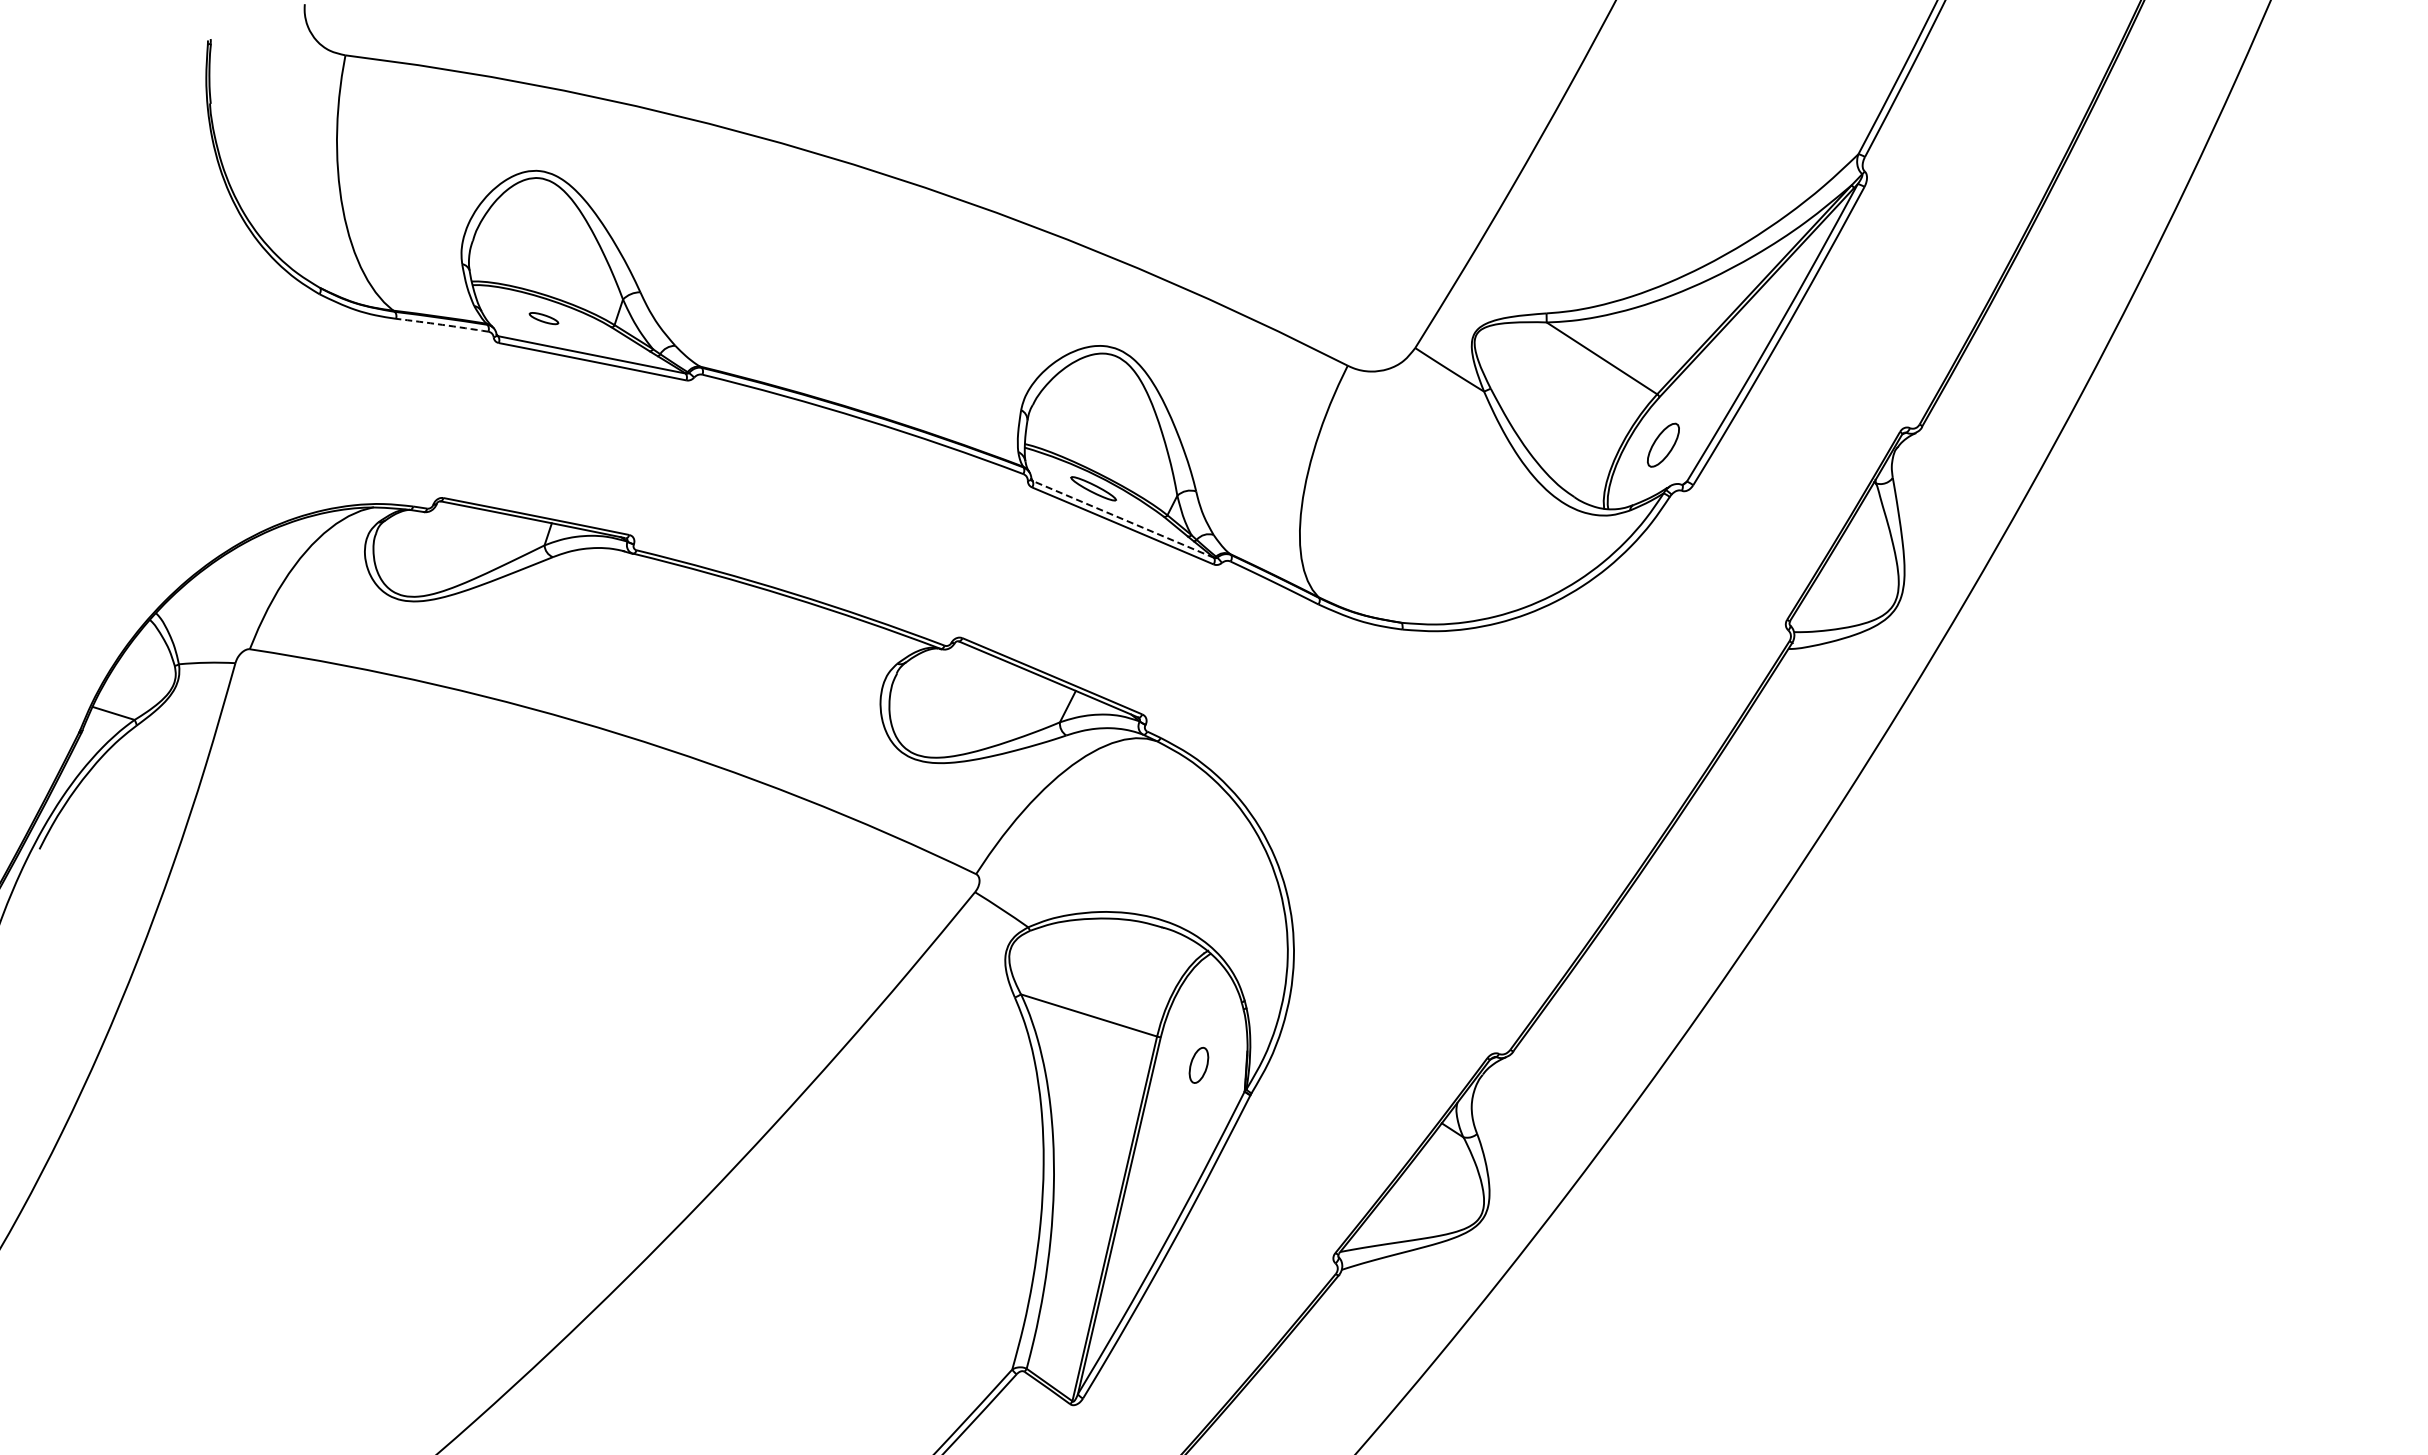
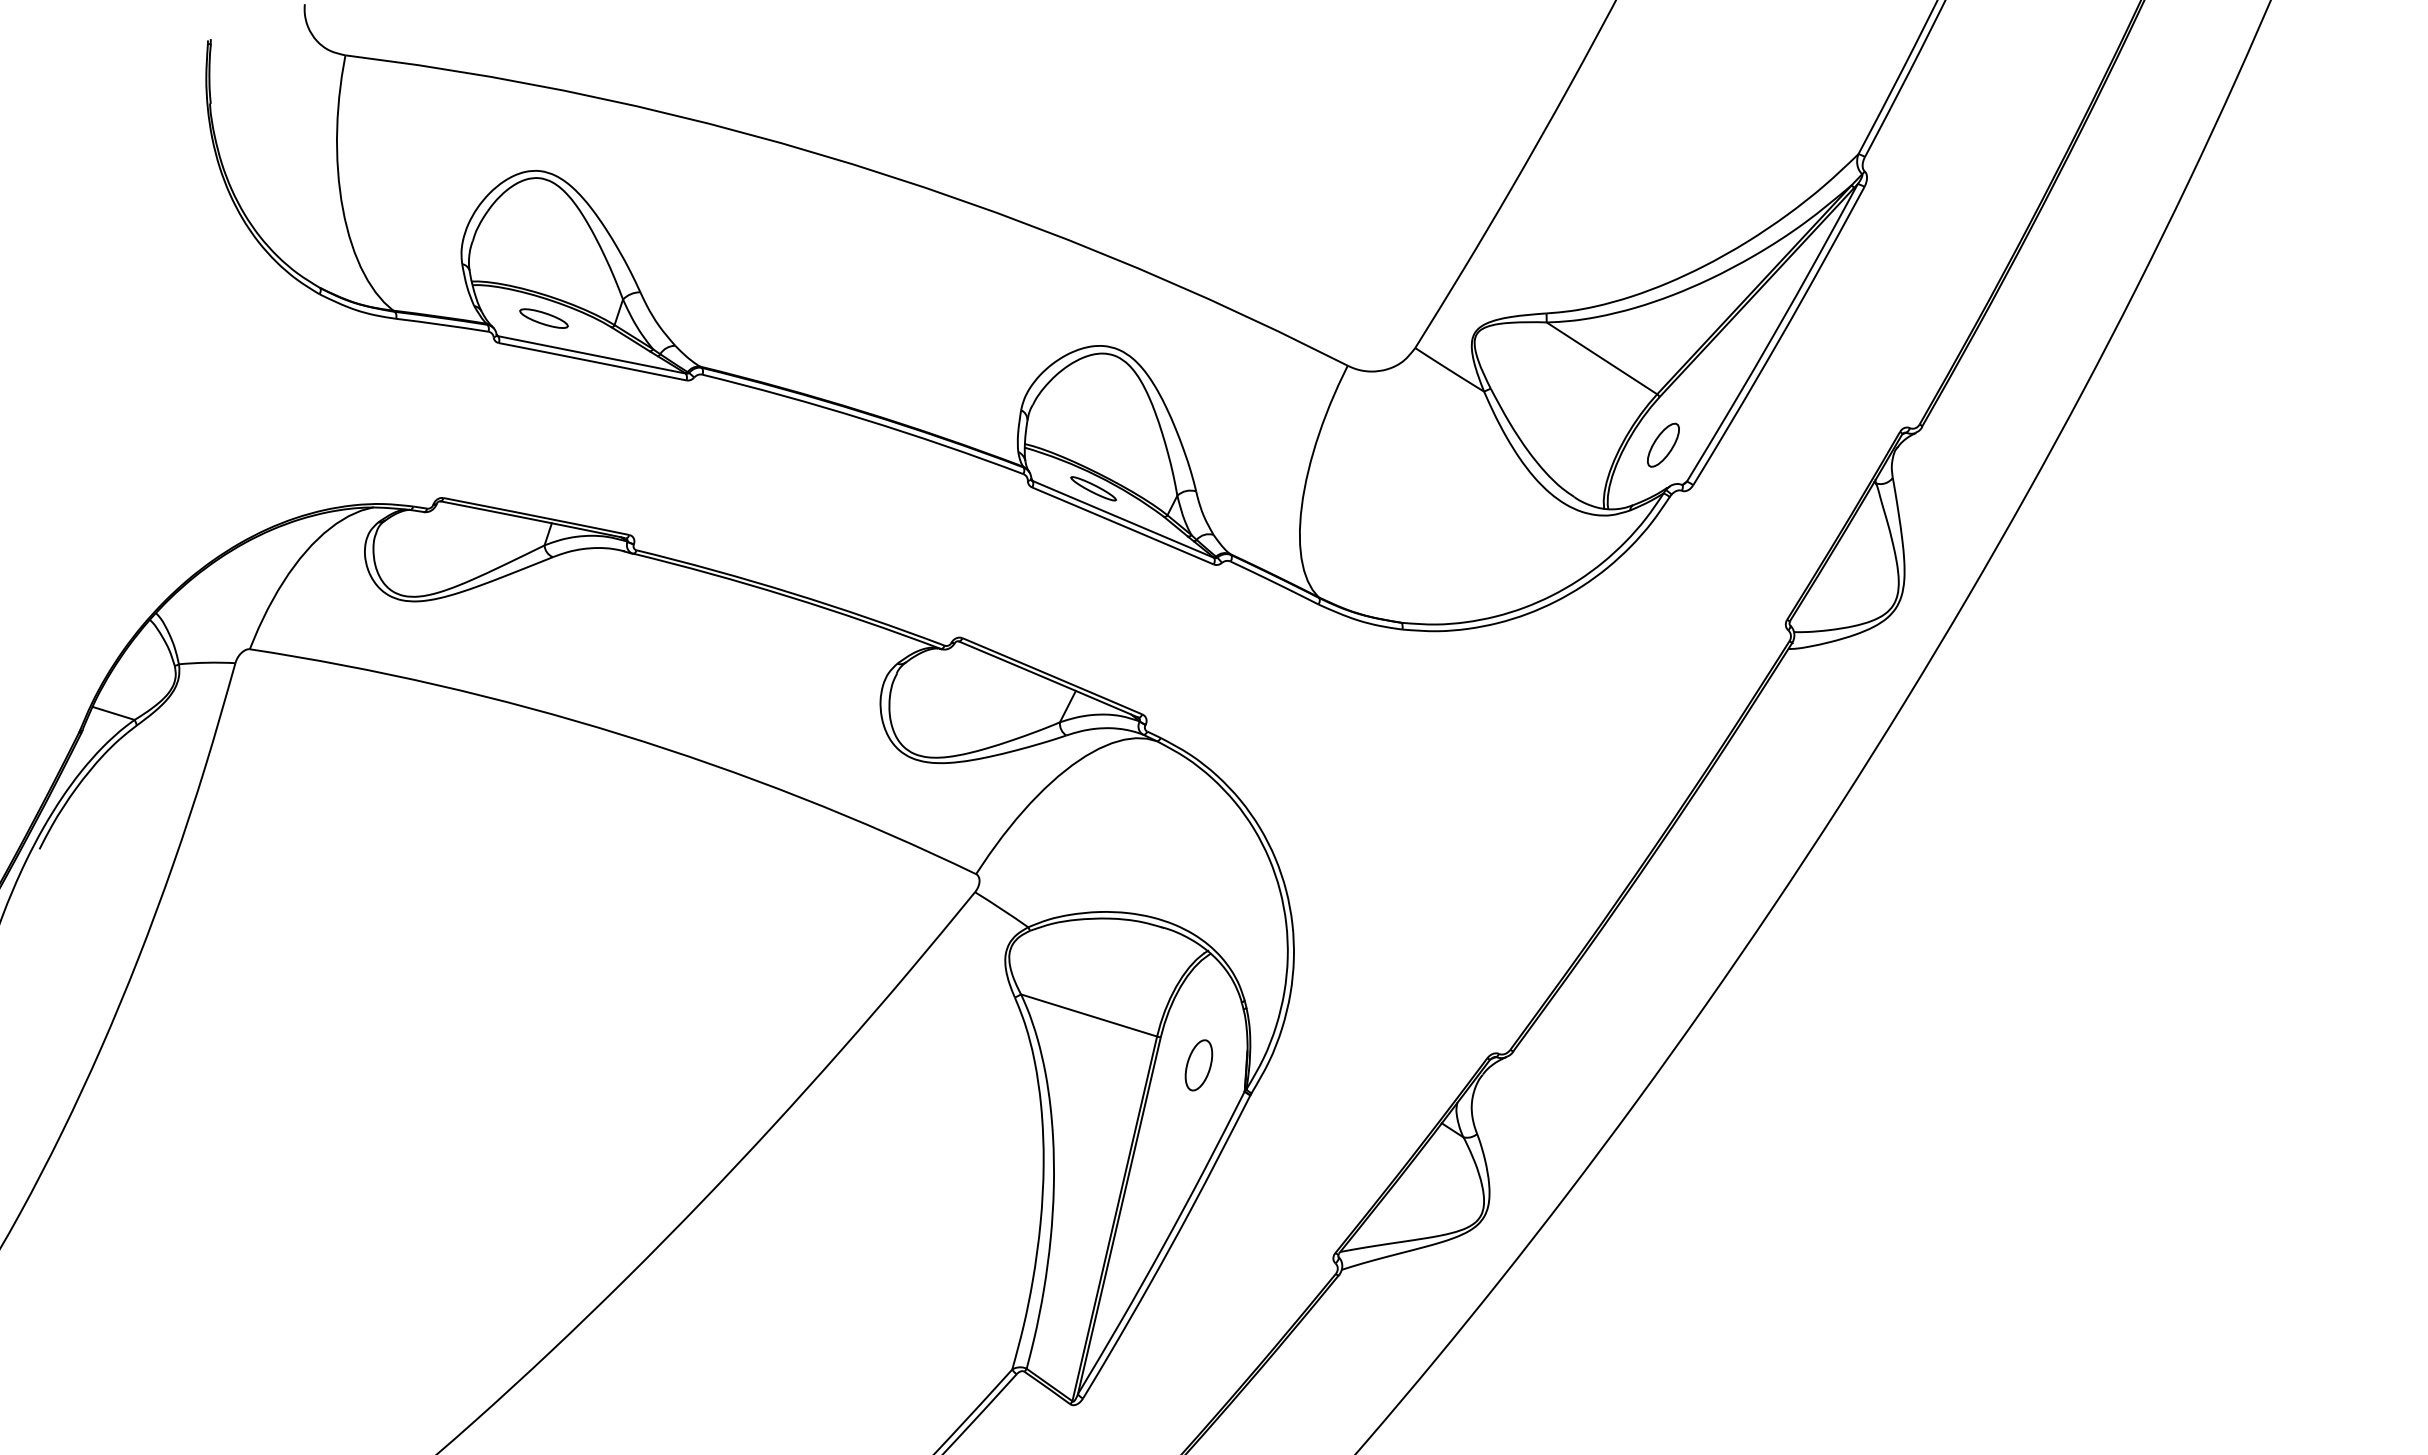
part at (543, 318) size: 32x14 px -> 50x21 px
arc at (442, 324): dashed -> solid
line at (1123, 519): dashed -> solid
part at (1198, 1064) size: 22x38 px -> 30x53 px
